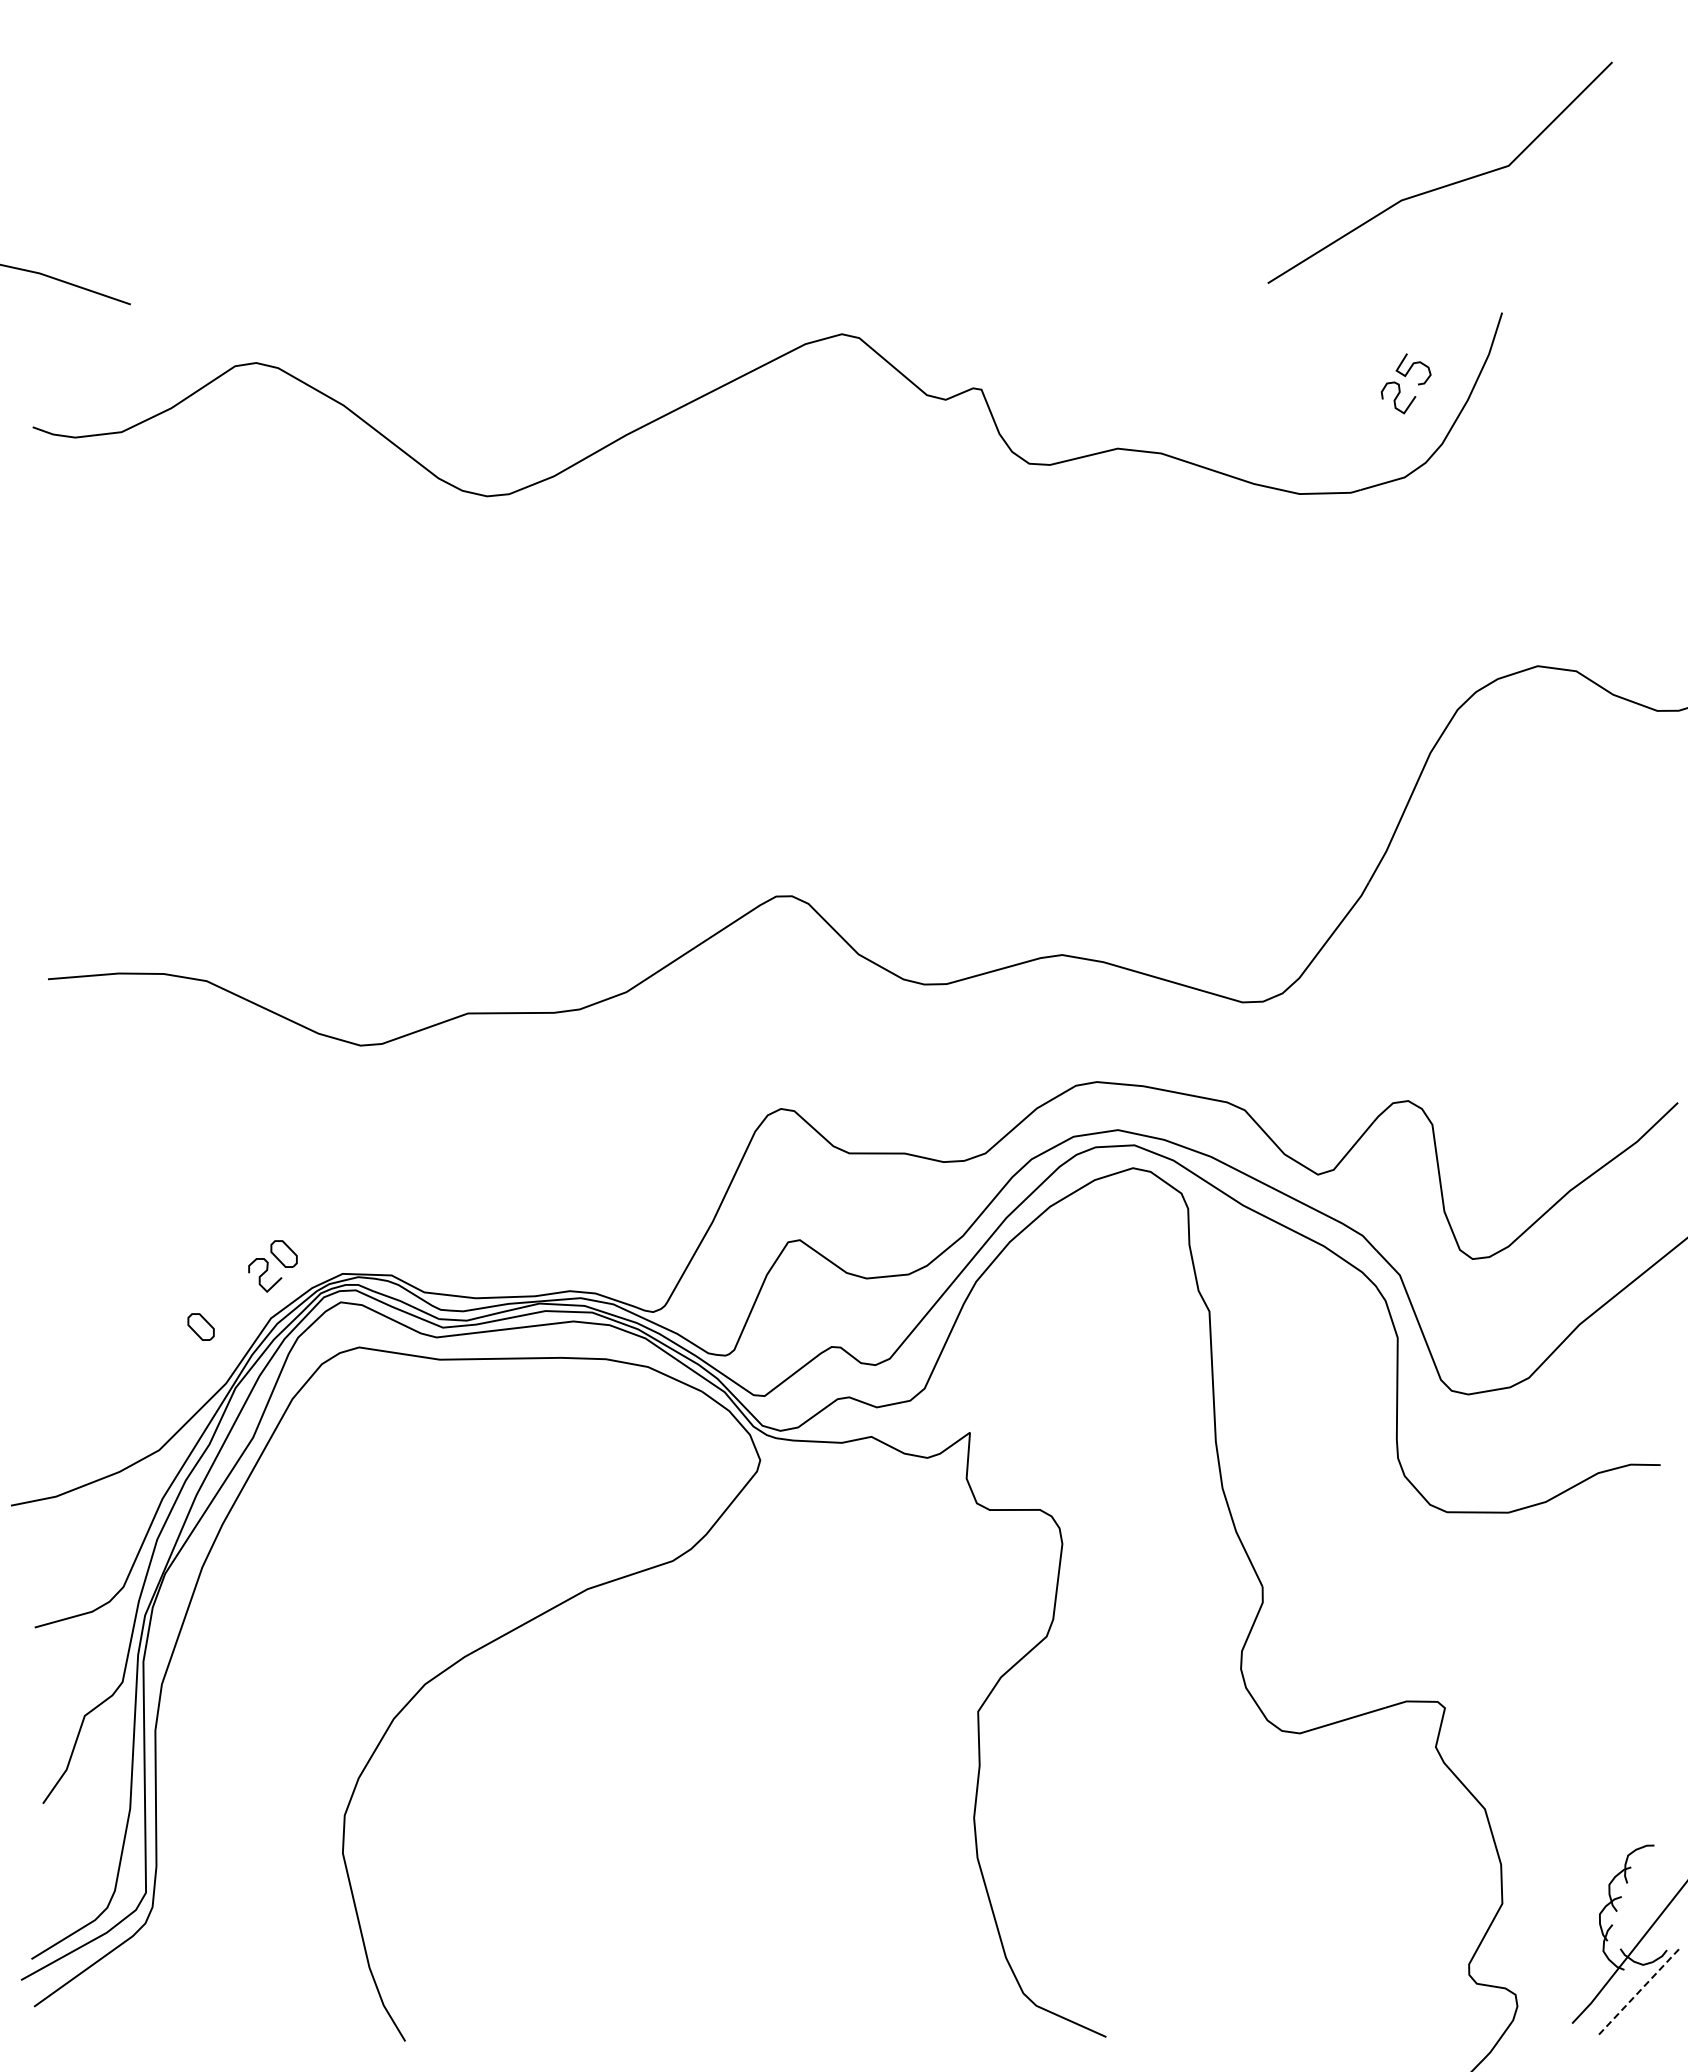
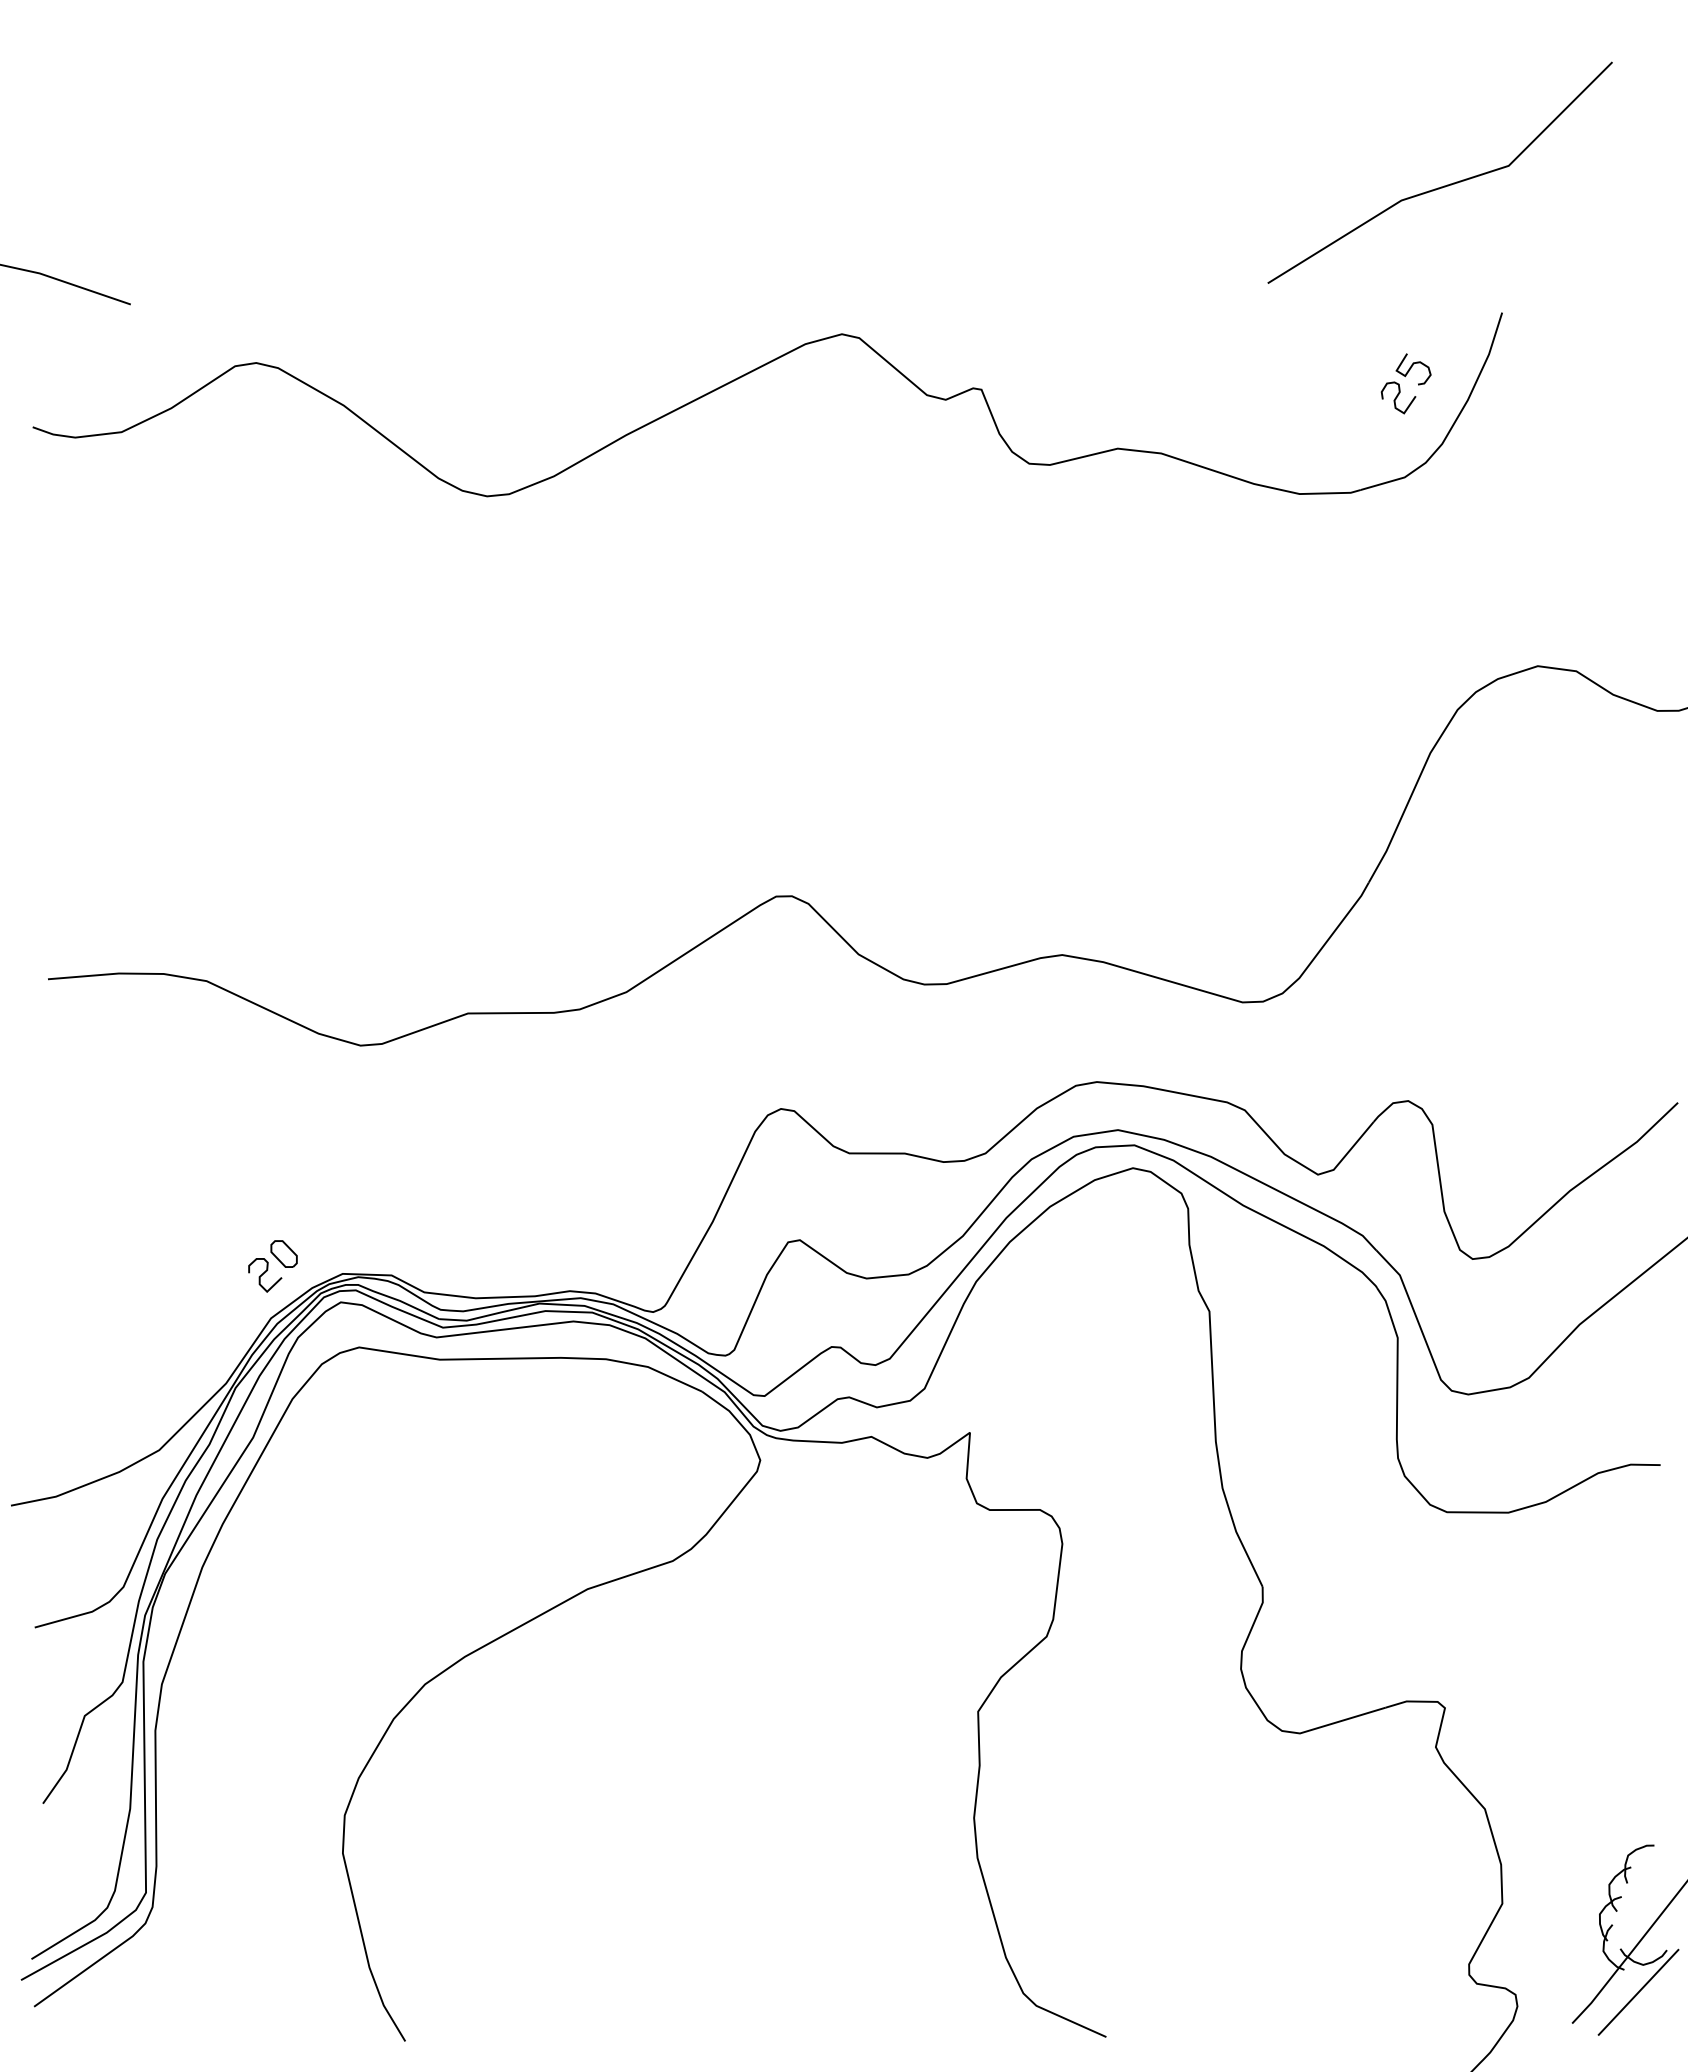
part at (200, 1326): present -> none
line at (1638, 1992): dashed -> solid
